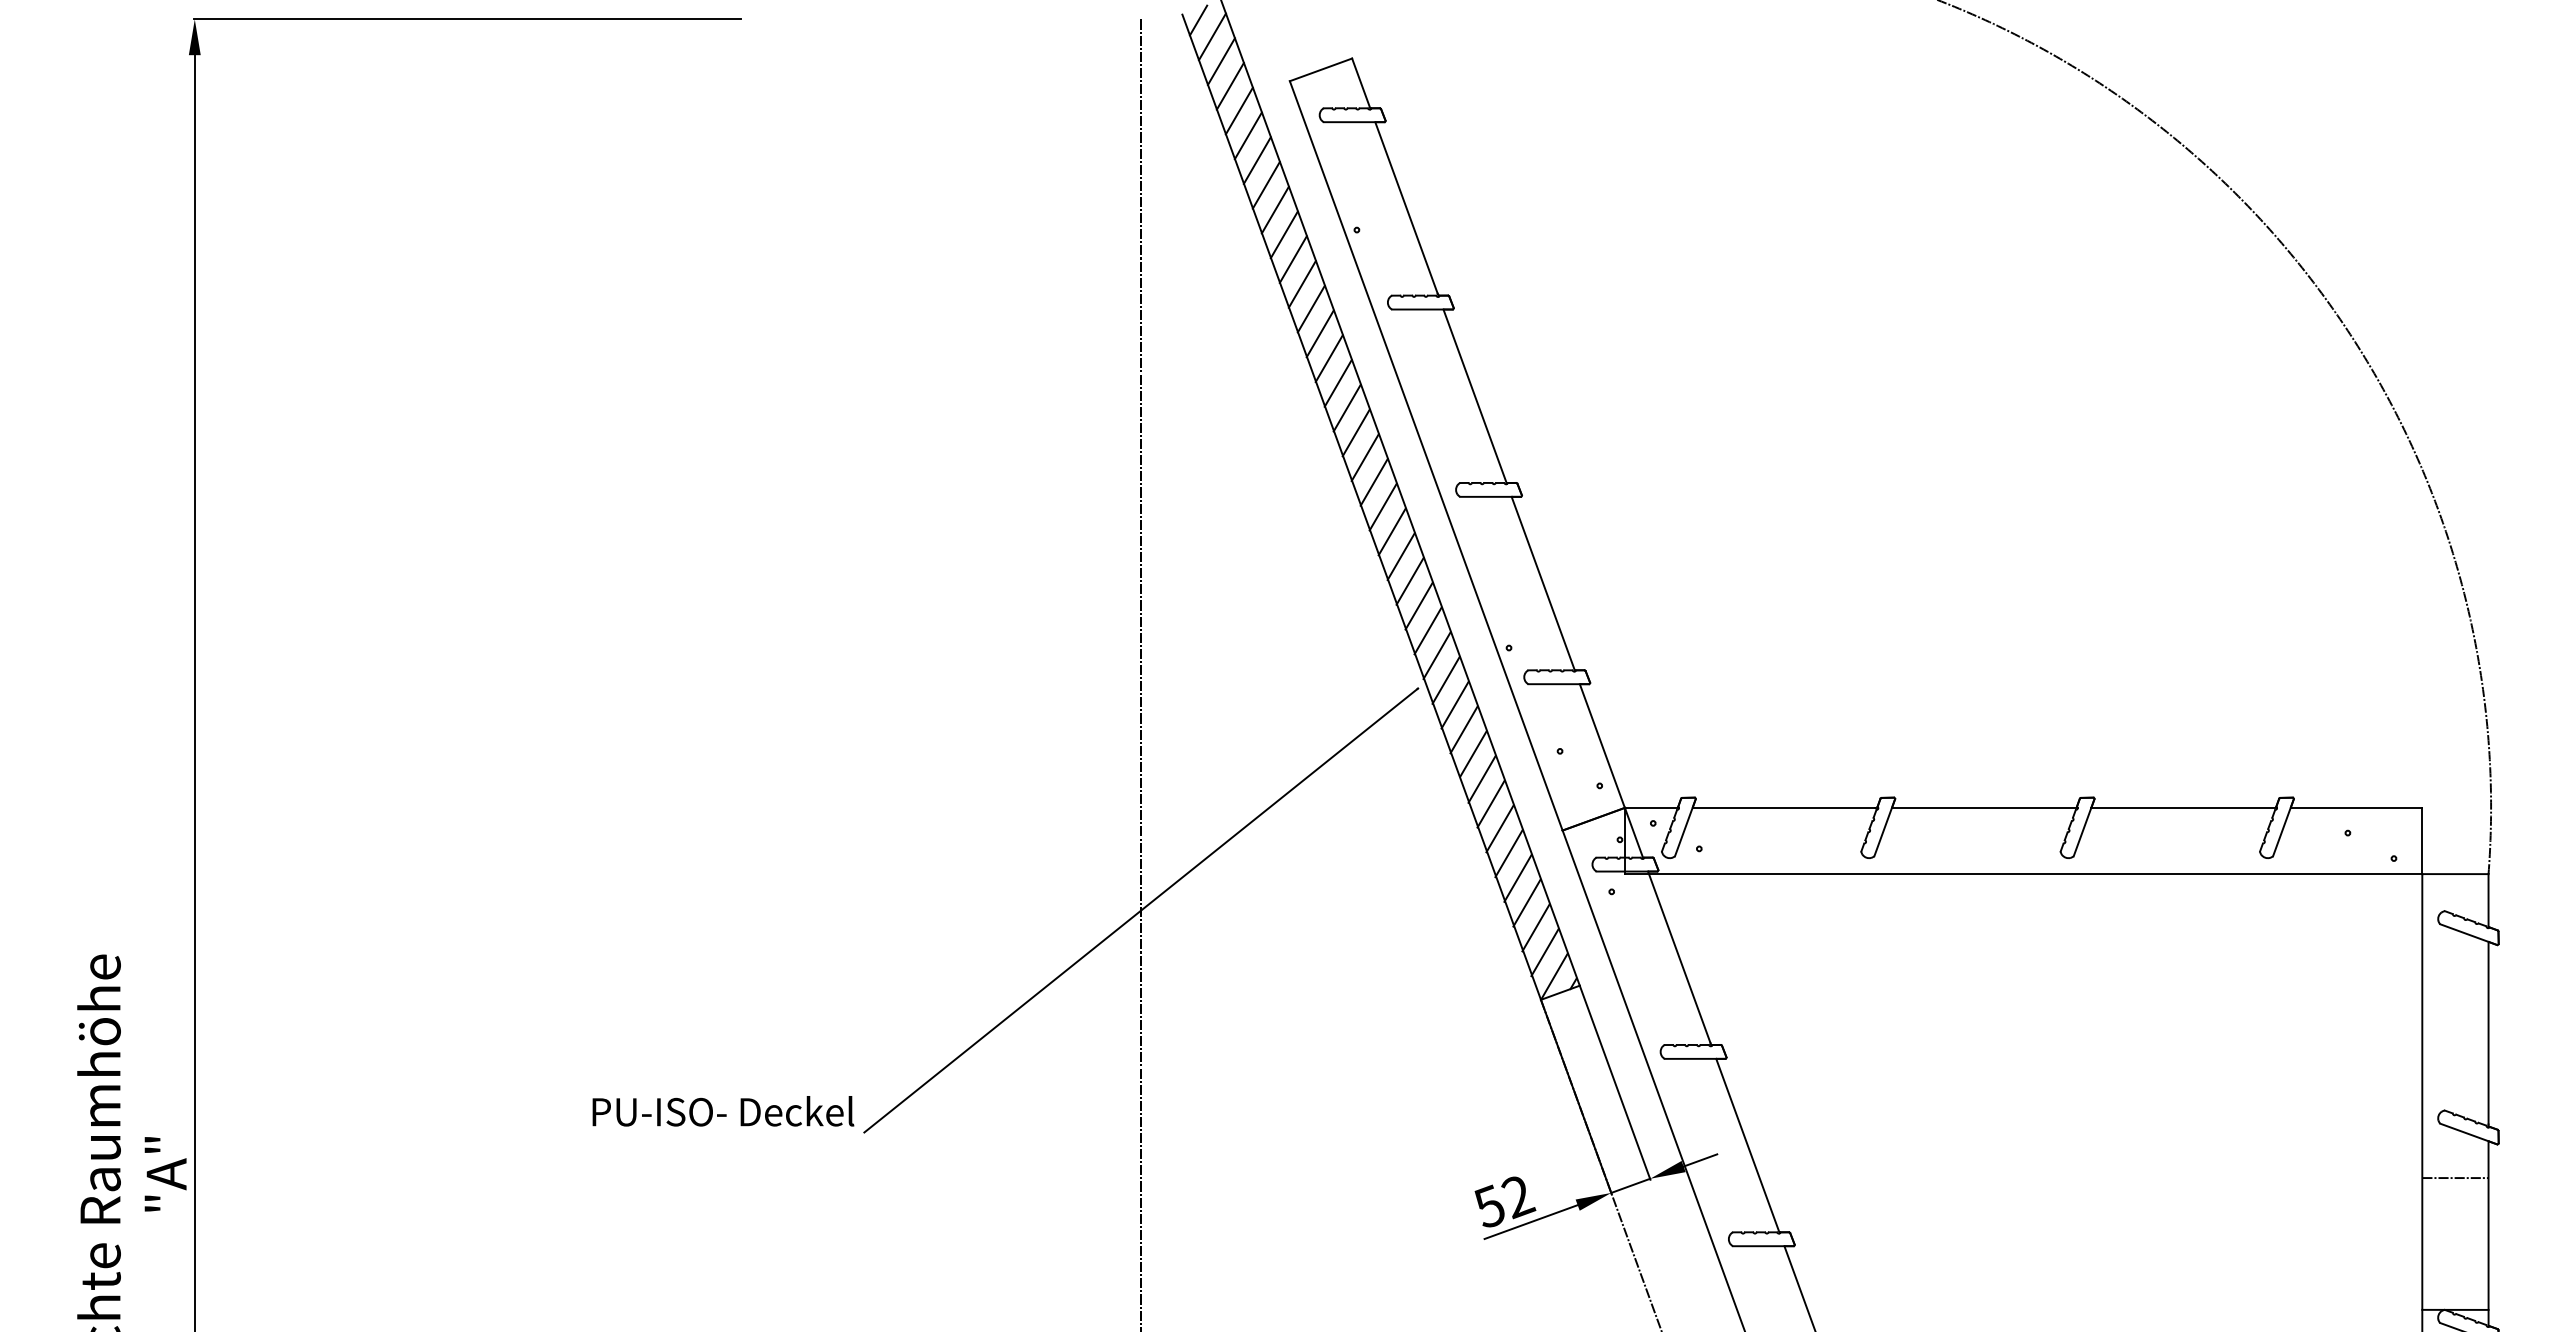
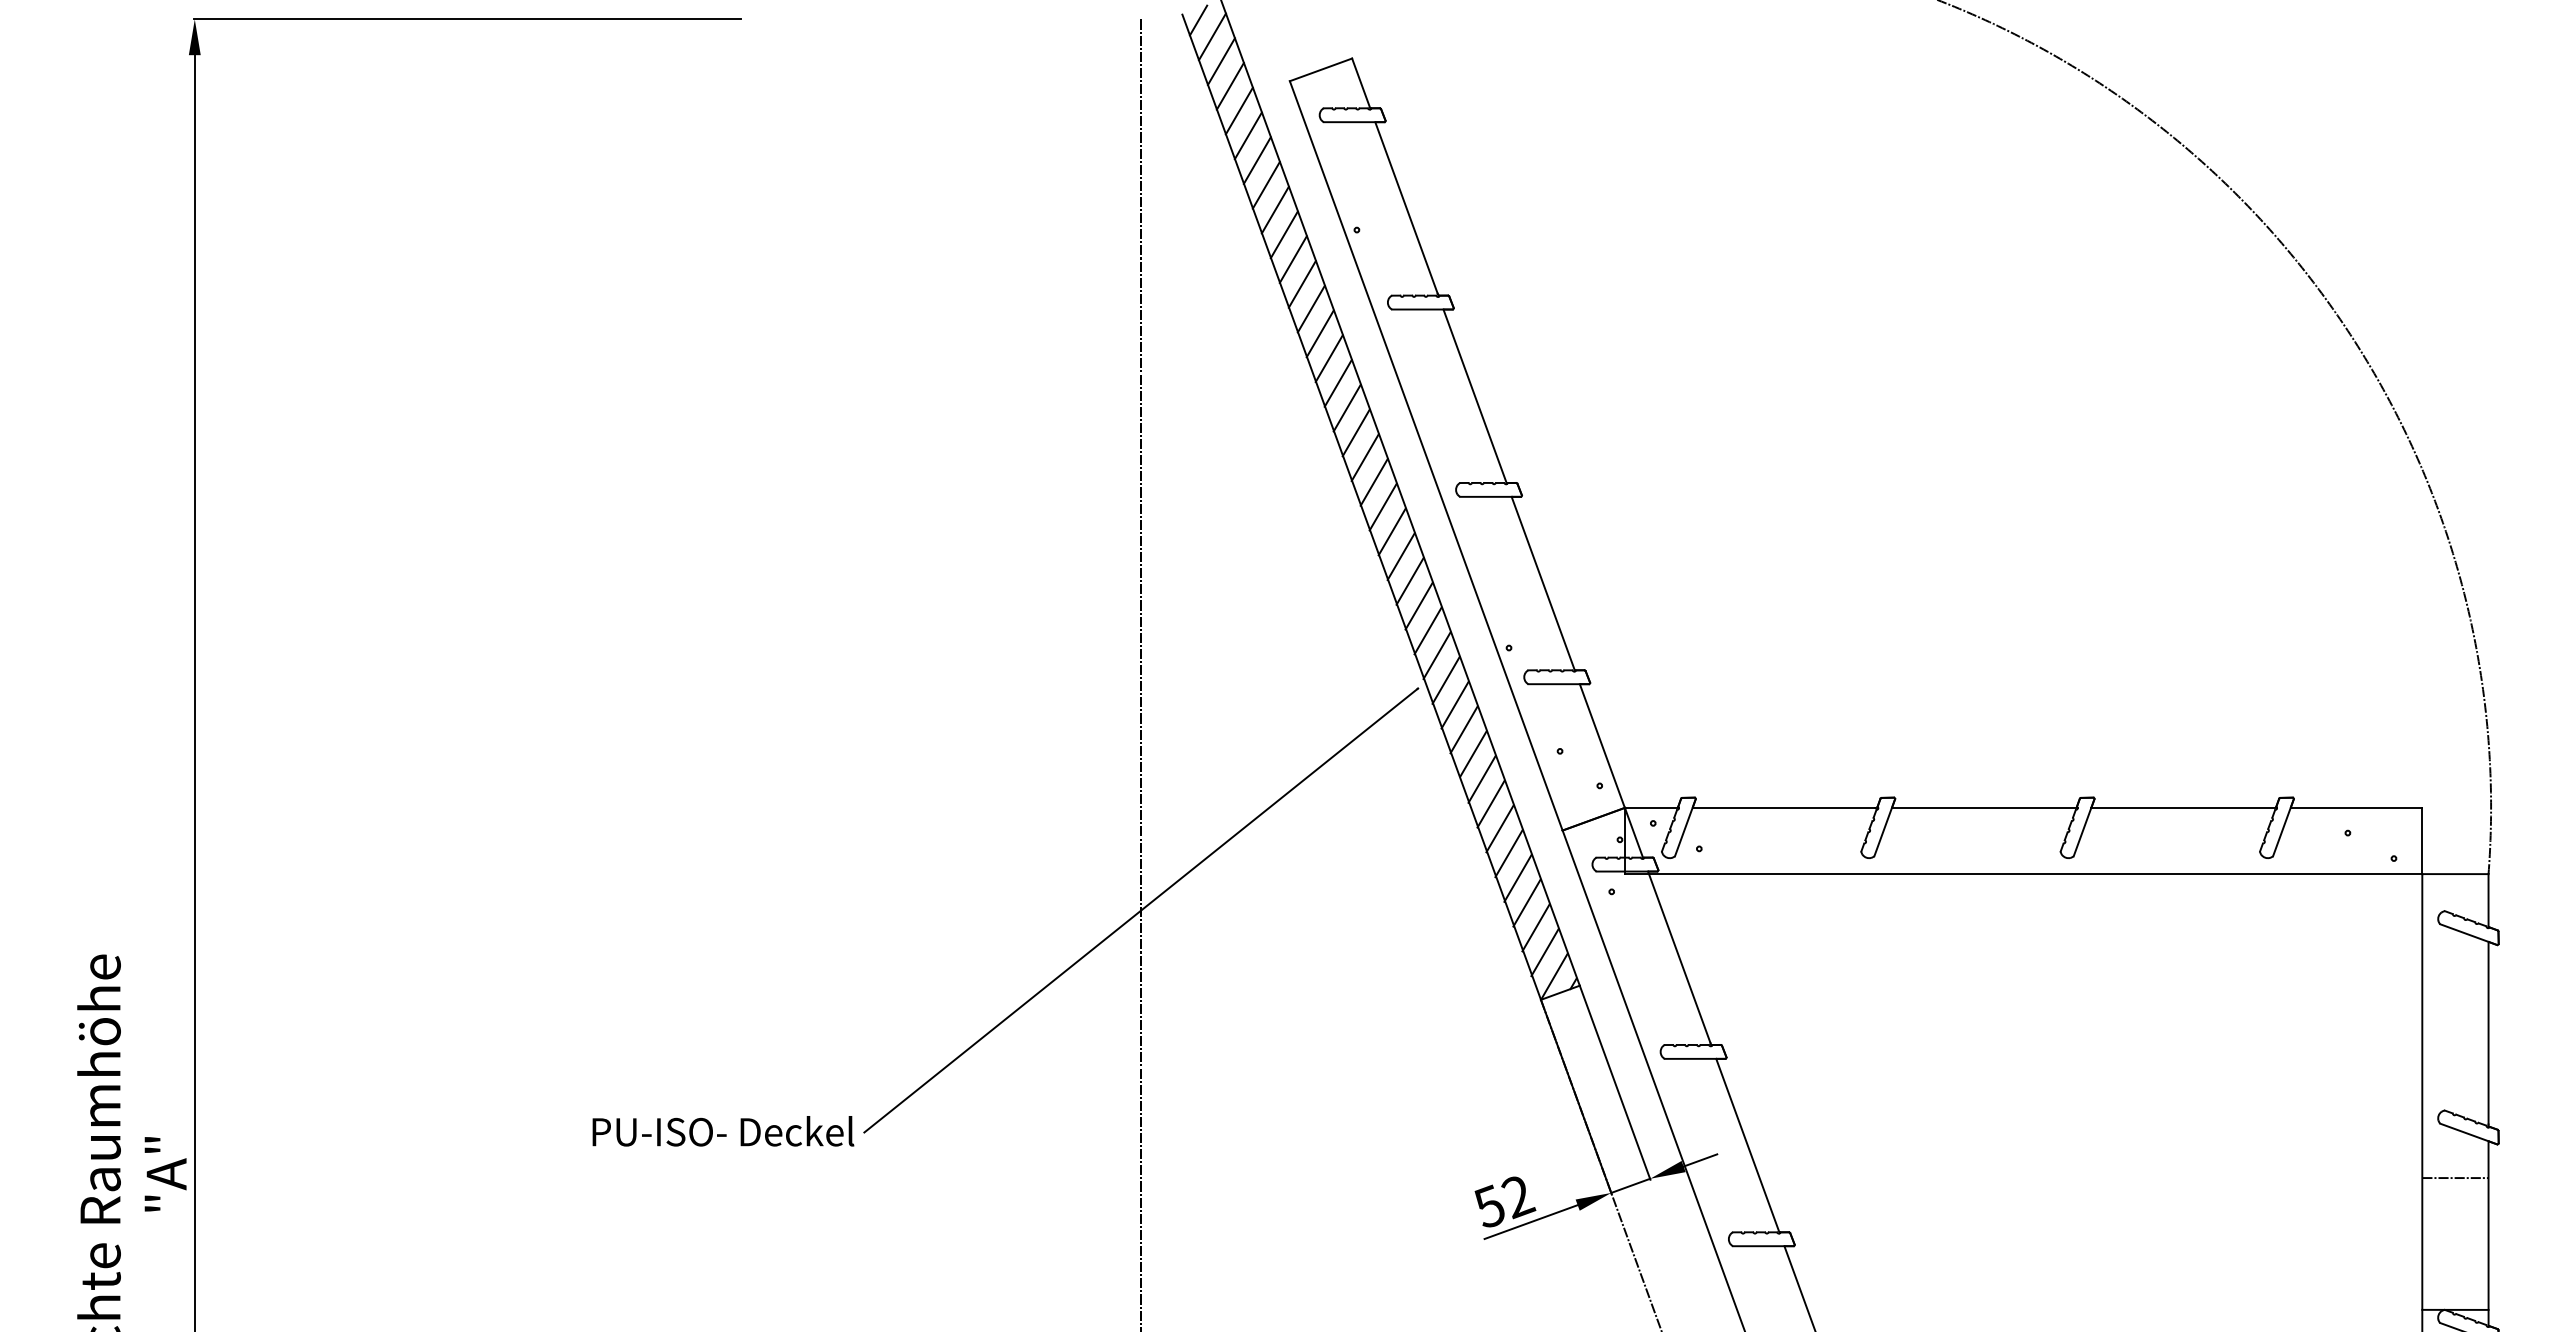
text at (723, 1111) position: (723, 1111) -> (723, 1131)
